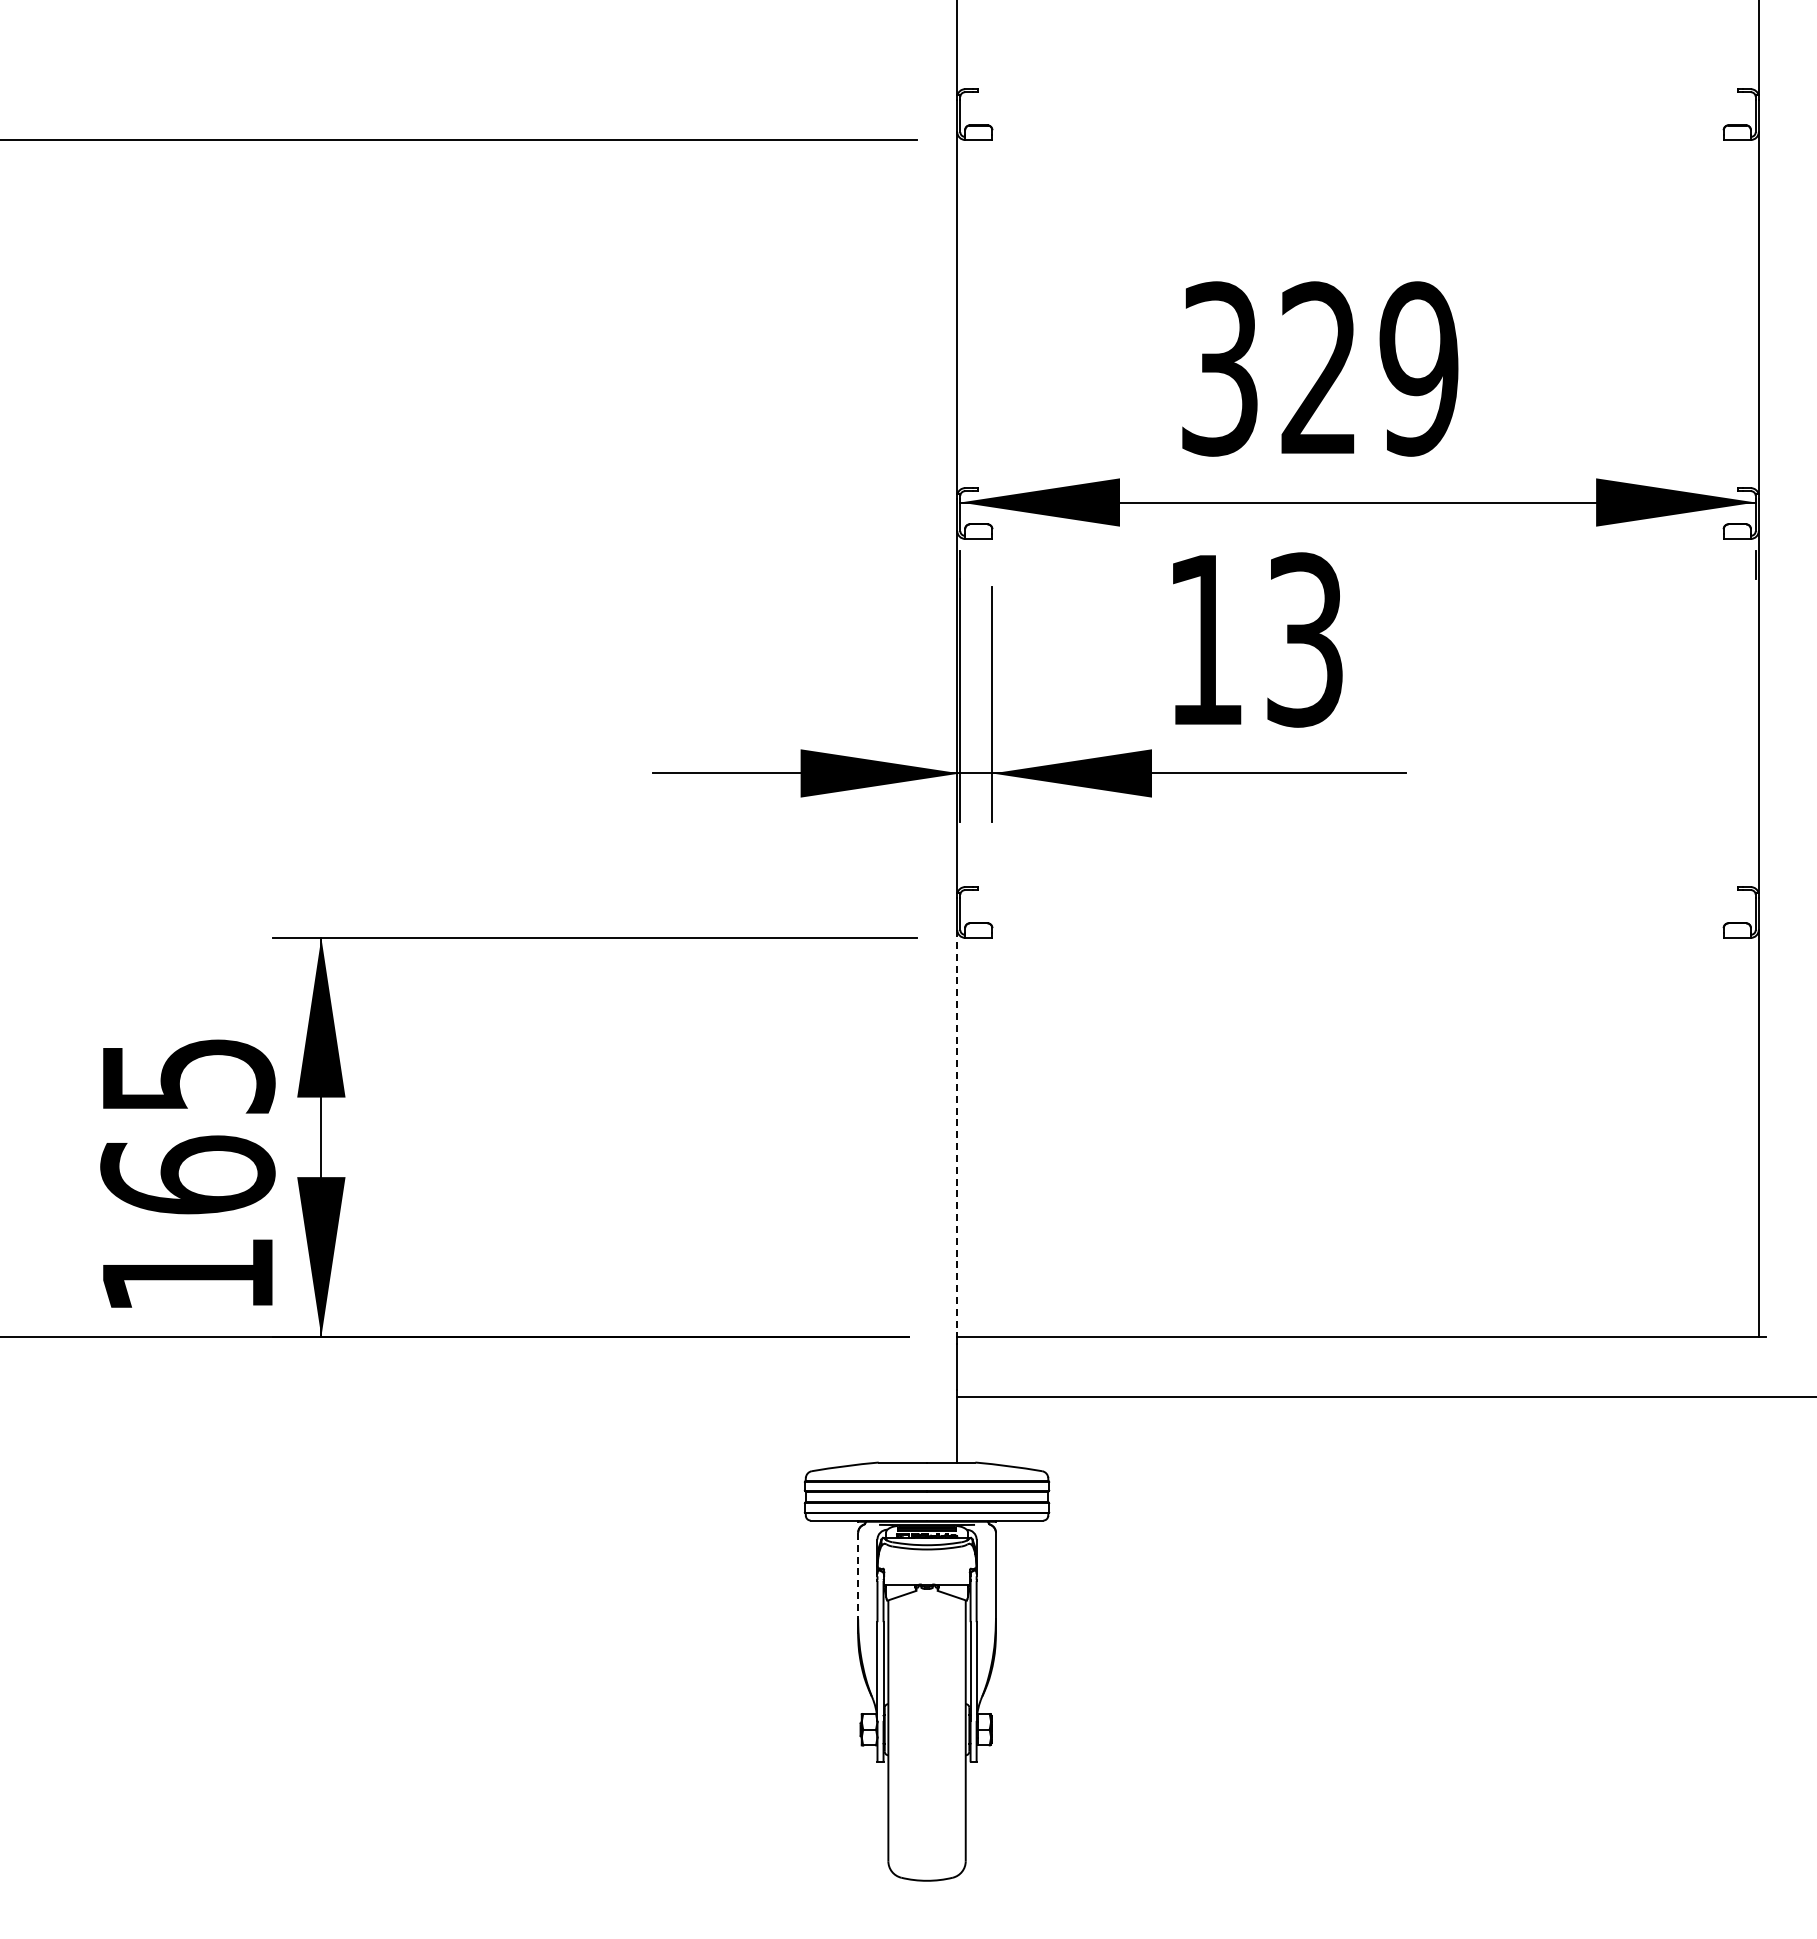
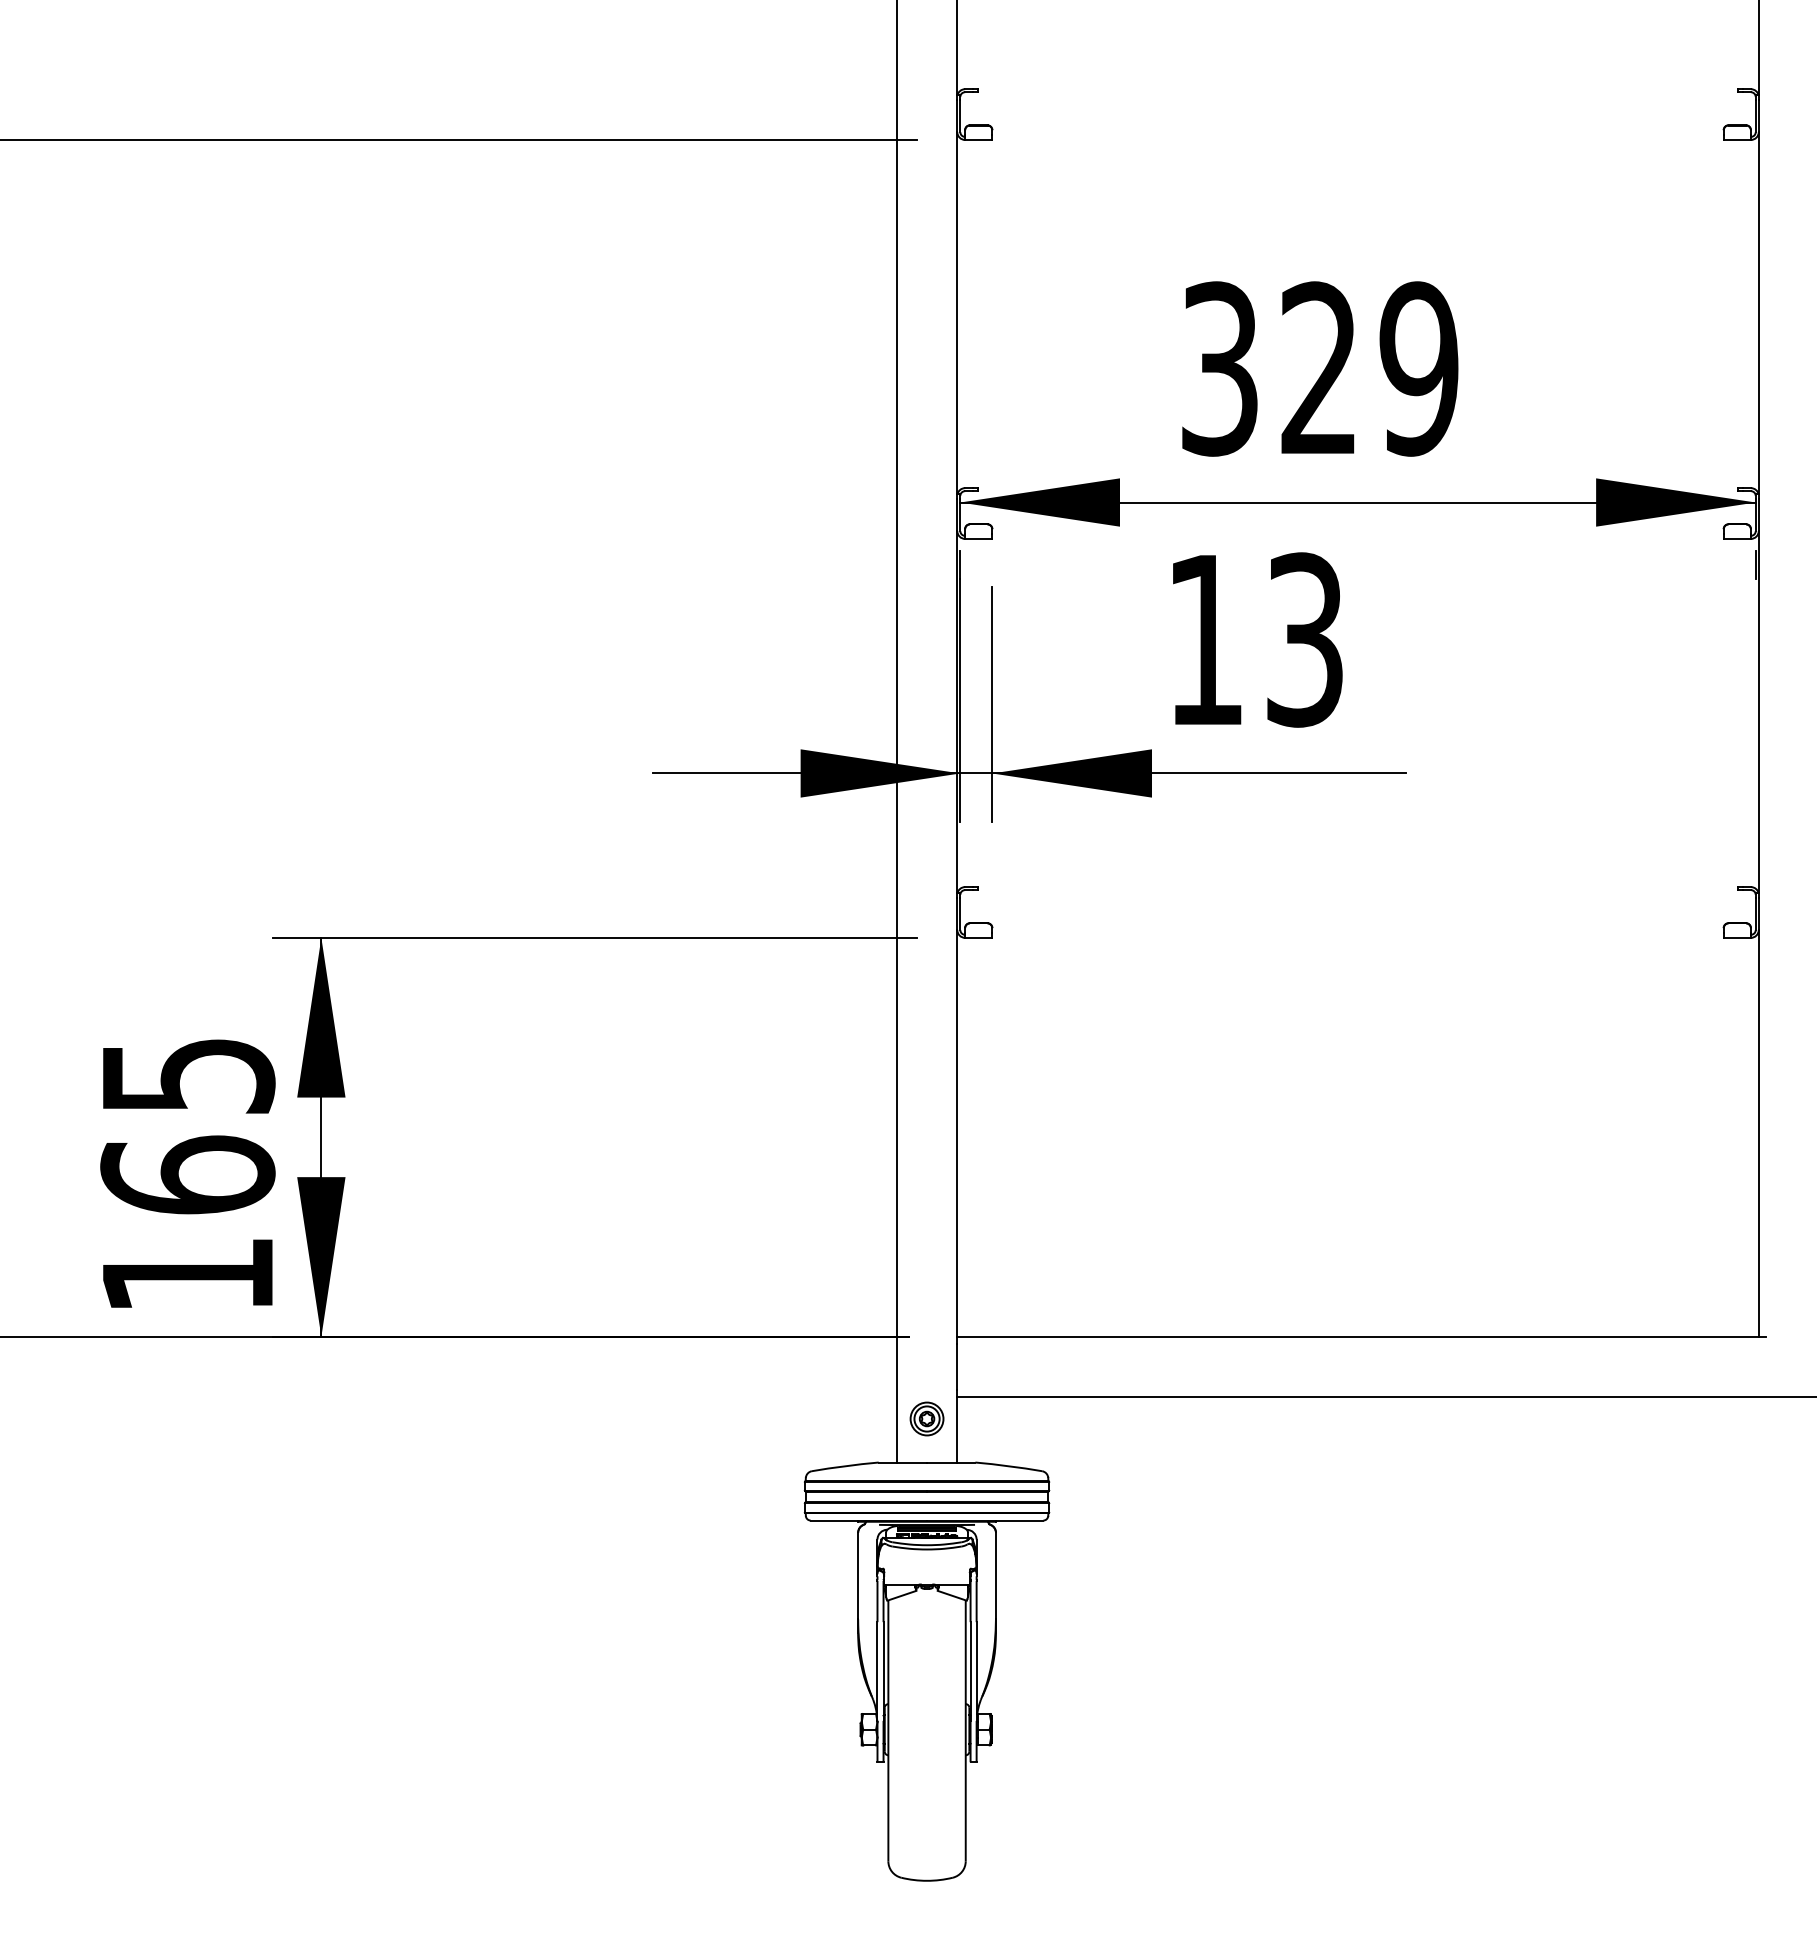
line at (896, 732): none -> present
line at (957, 1133): dashed -> solid
part at (926, 1418): none -> present
line at (858, 1576): dashed -> solid
